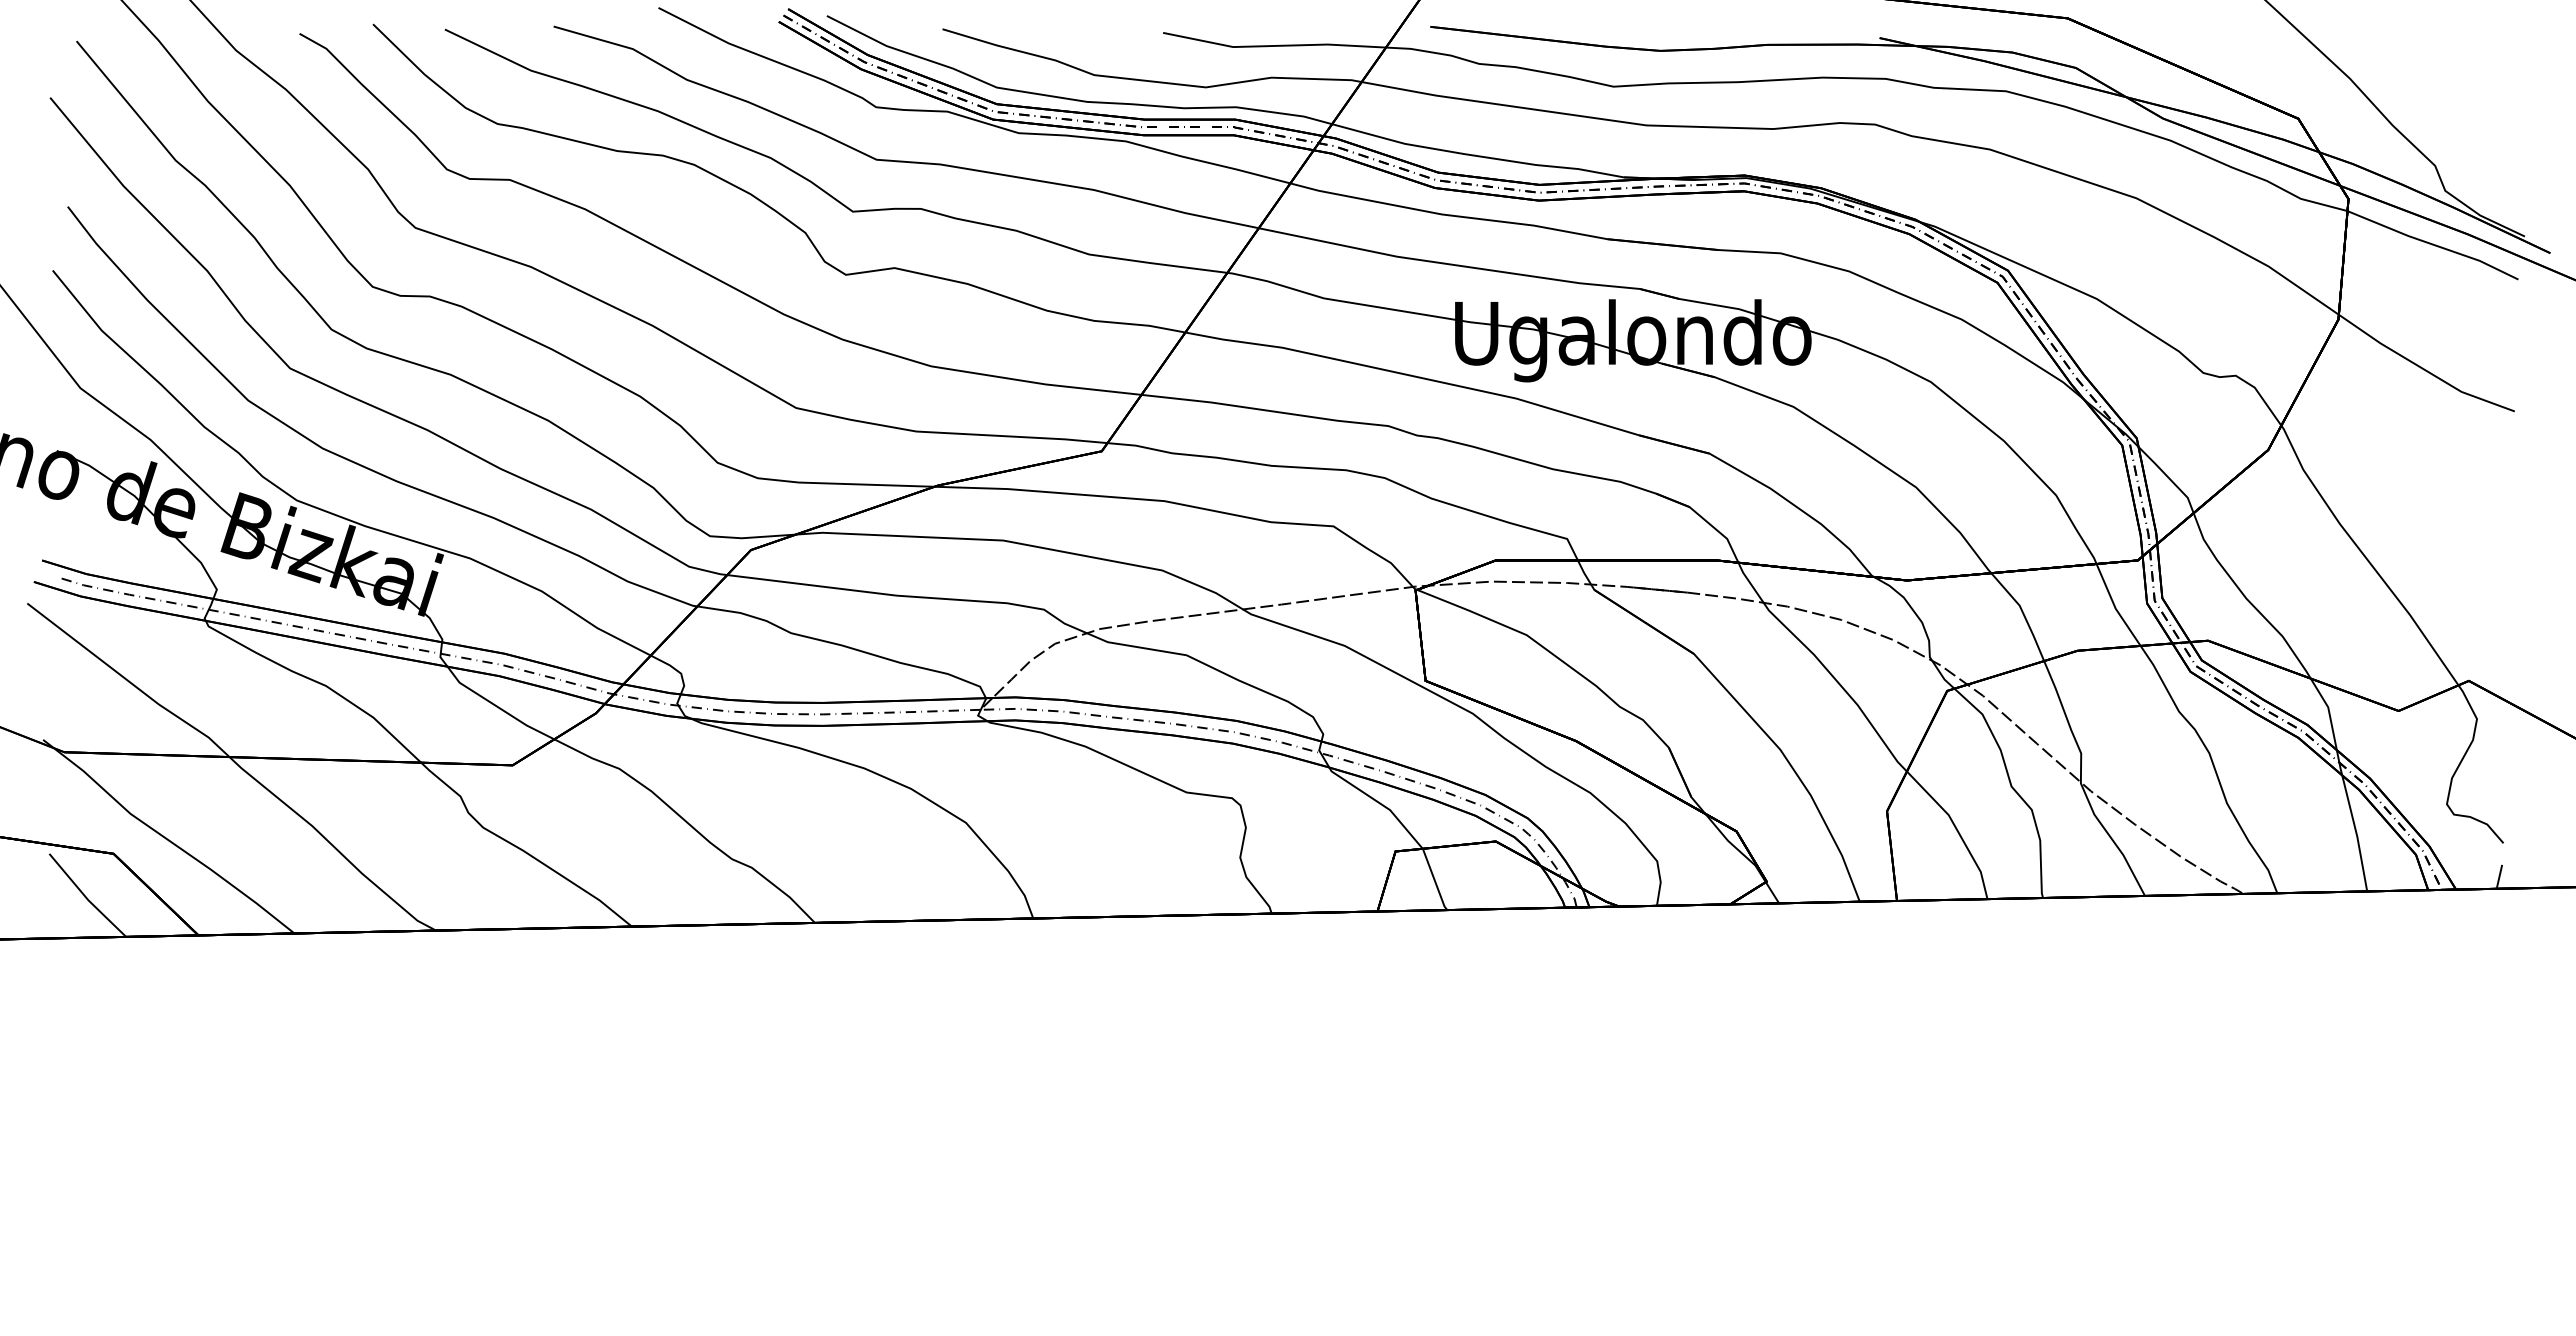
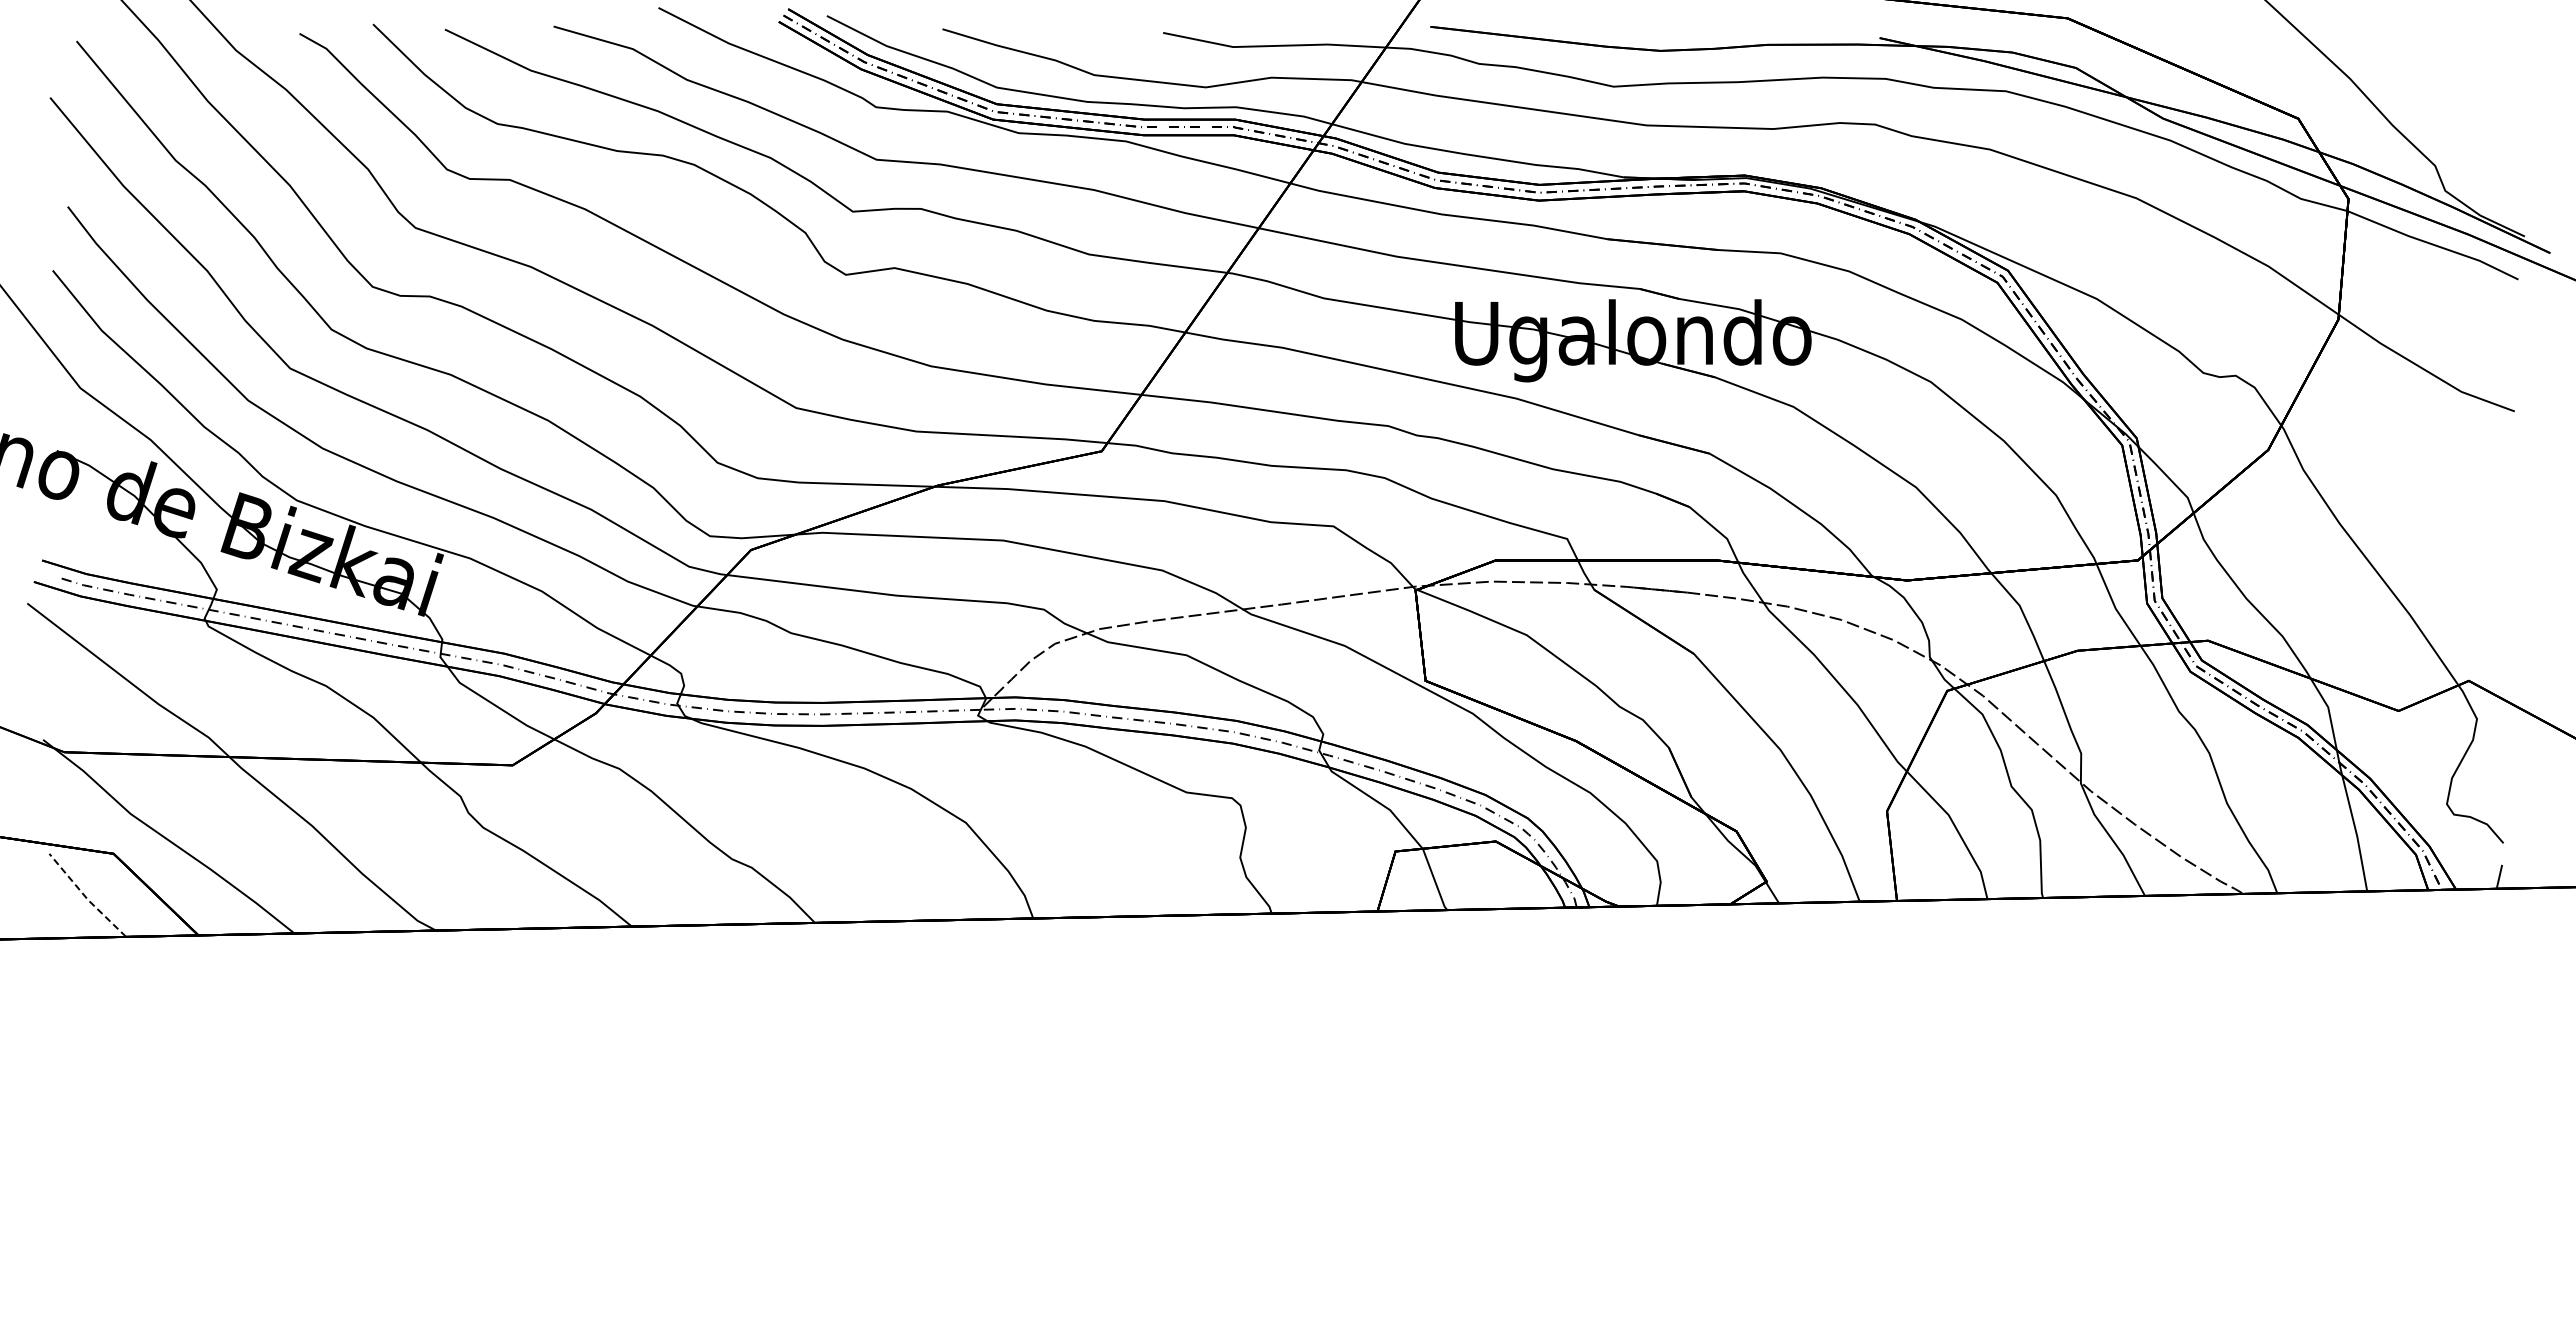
line at (85, 897): solid -> dashed
